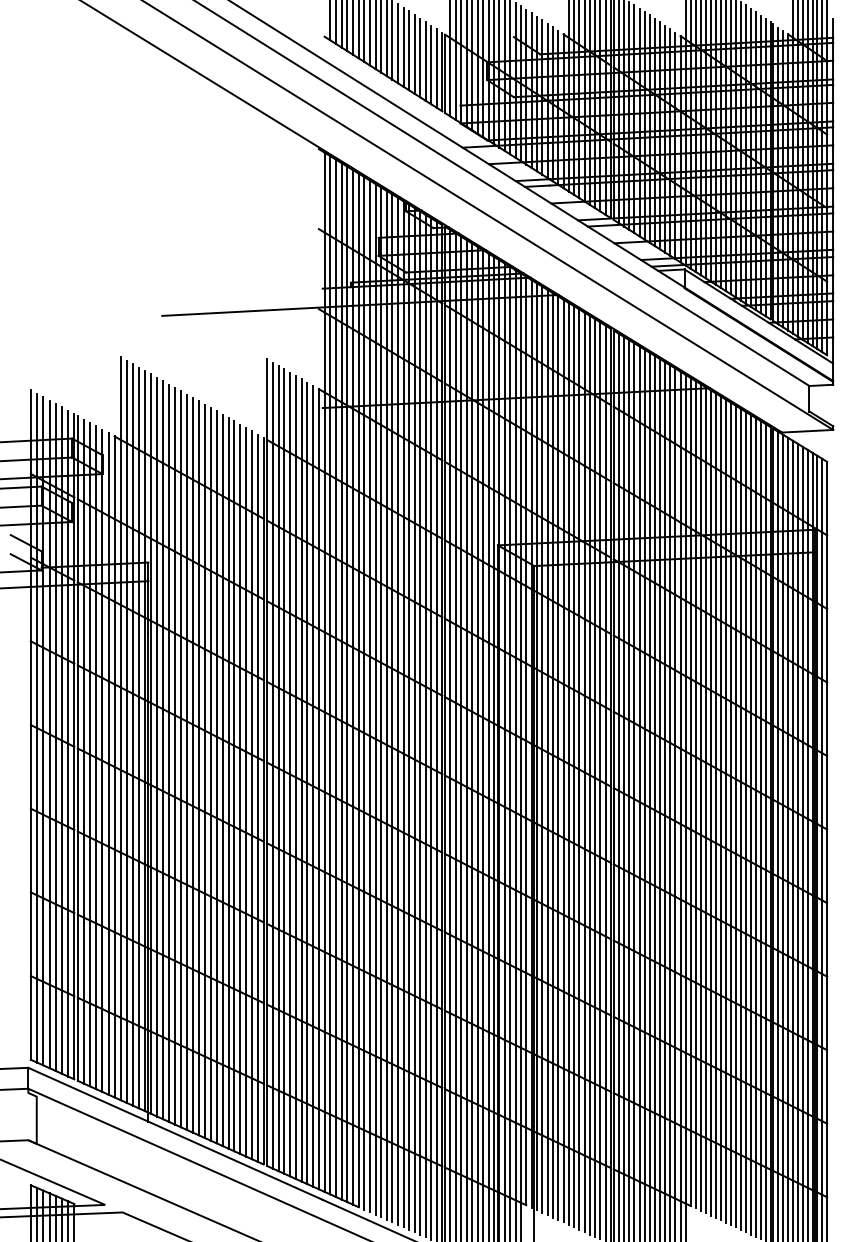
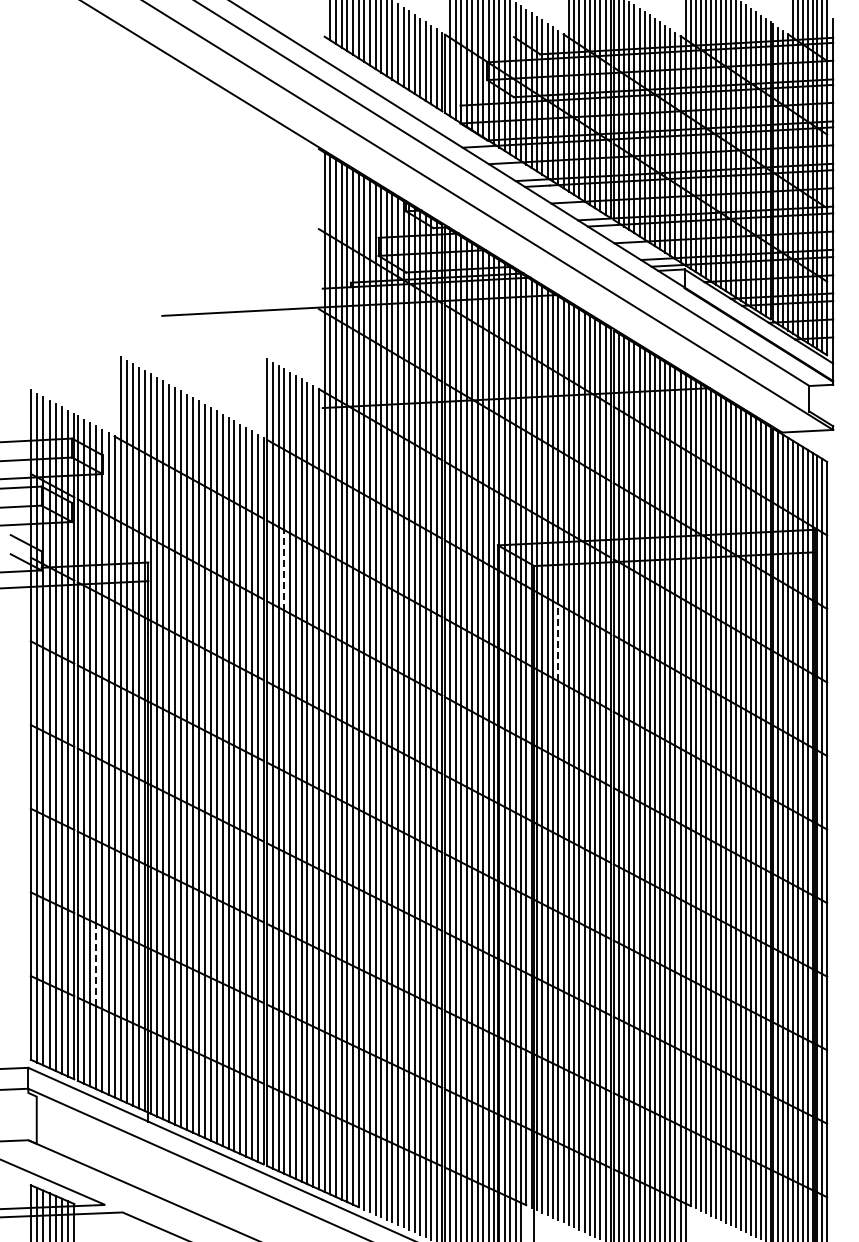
line at (284, 569): solid -> dashed
line at (558, 642): solid -> dashed
line at (96, 964): solid -> dashed
